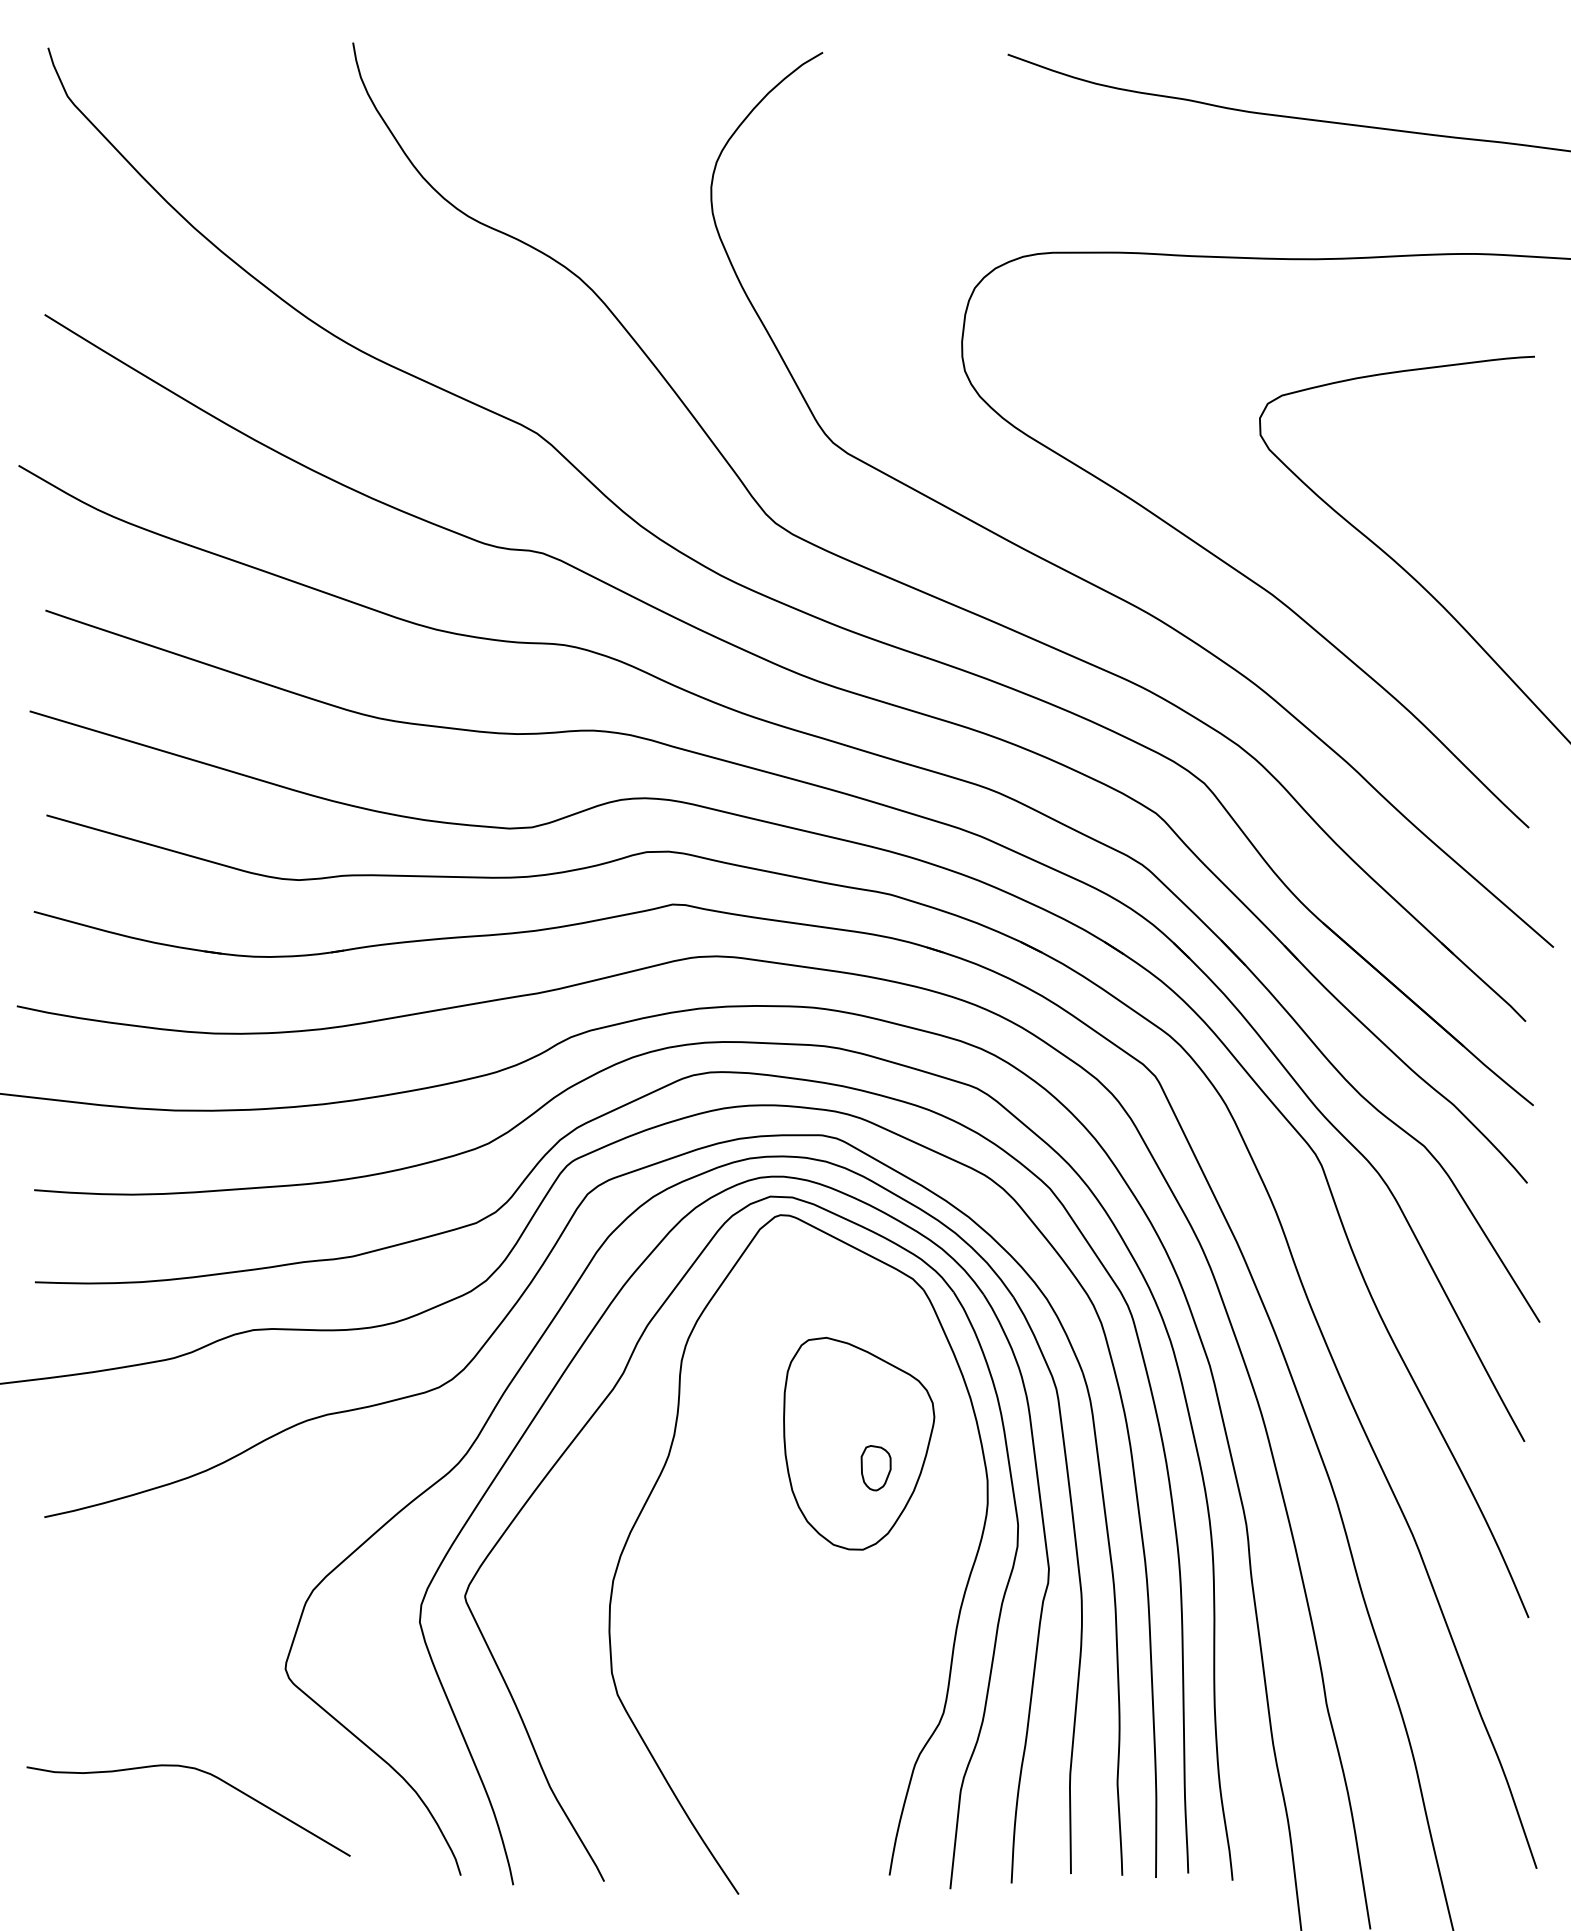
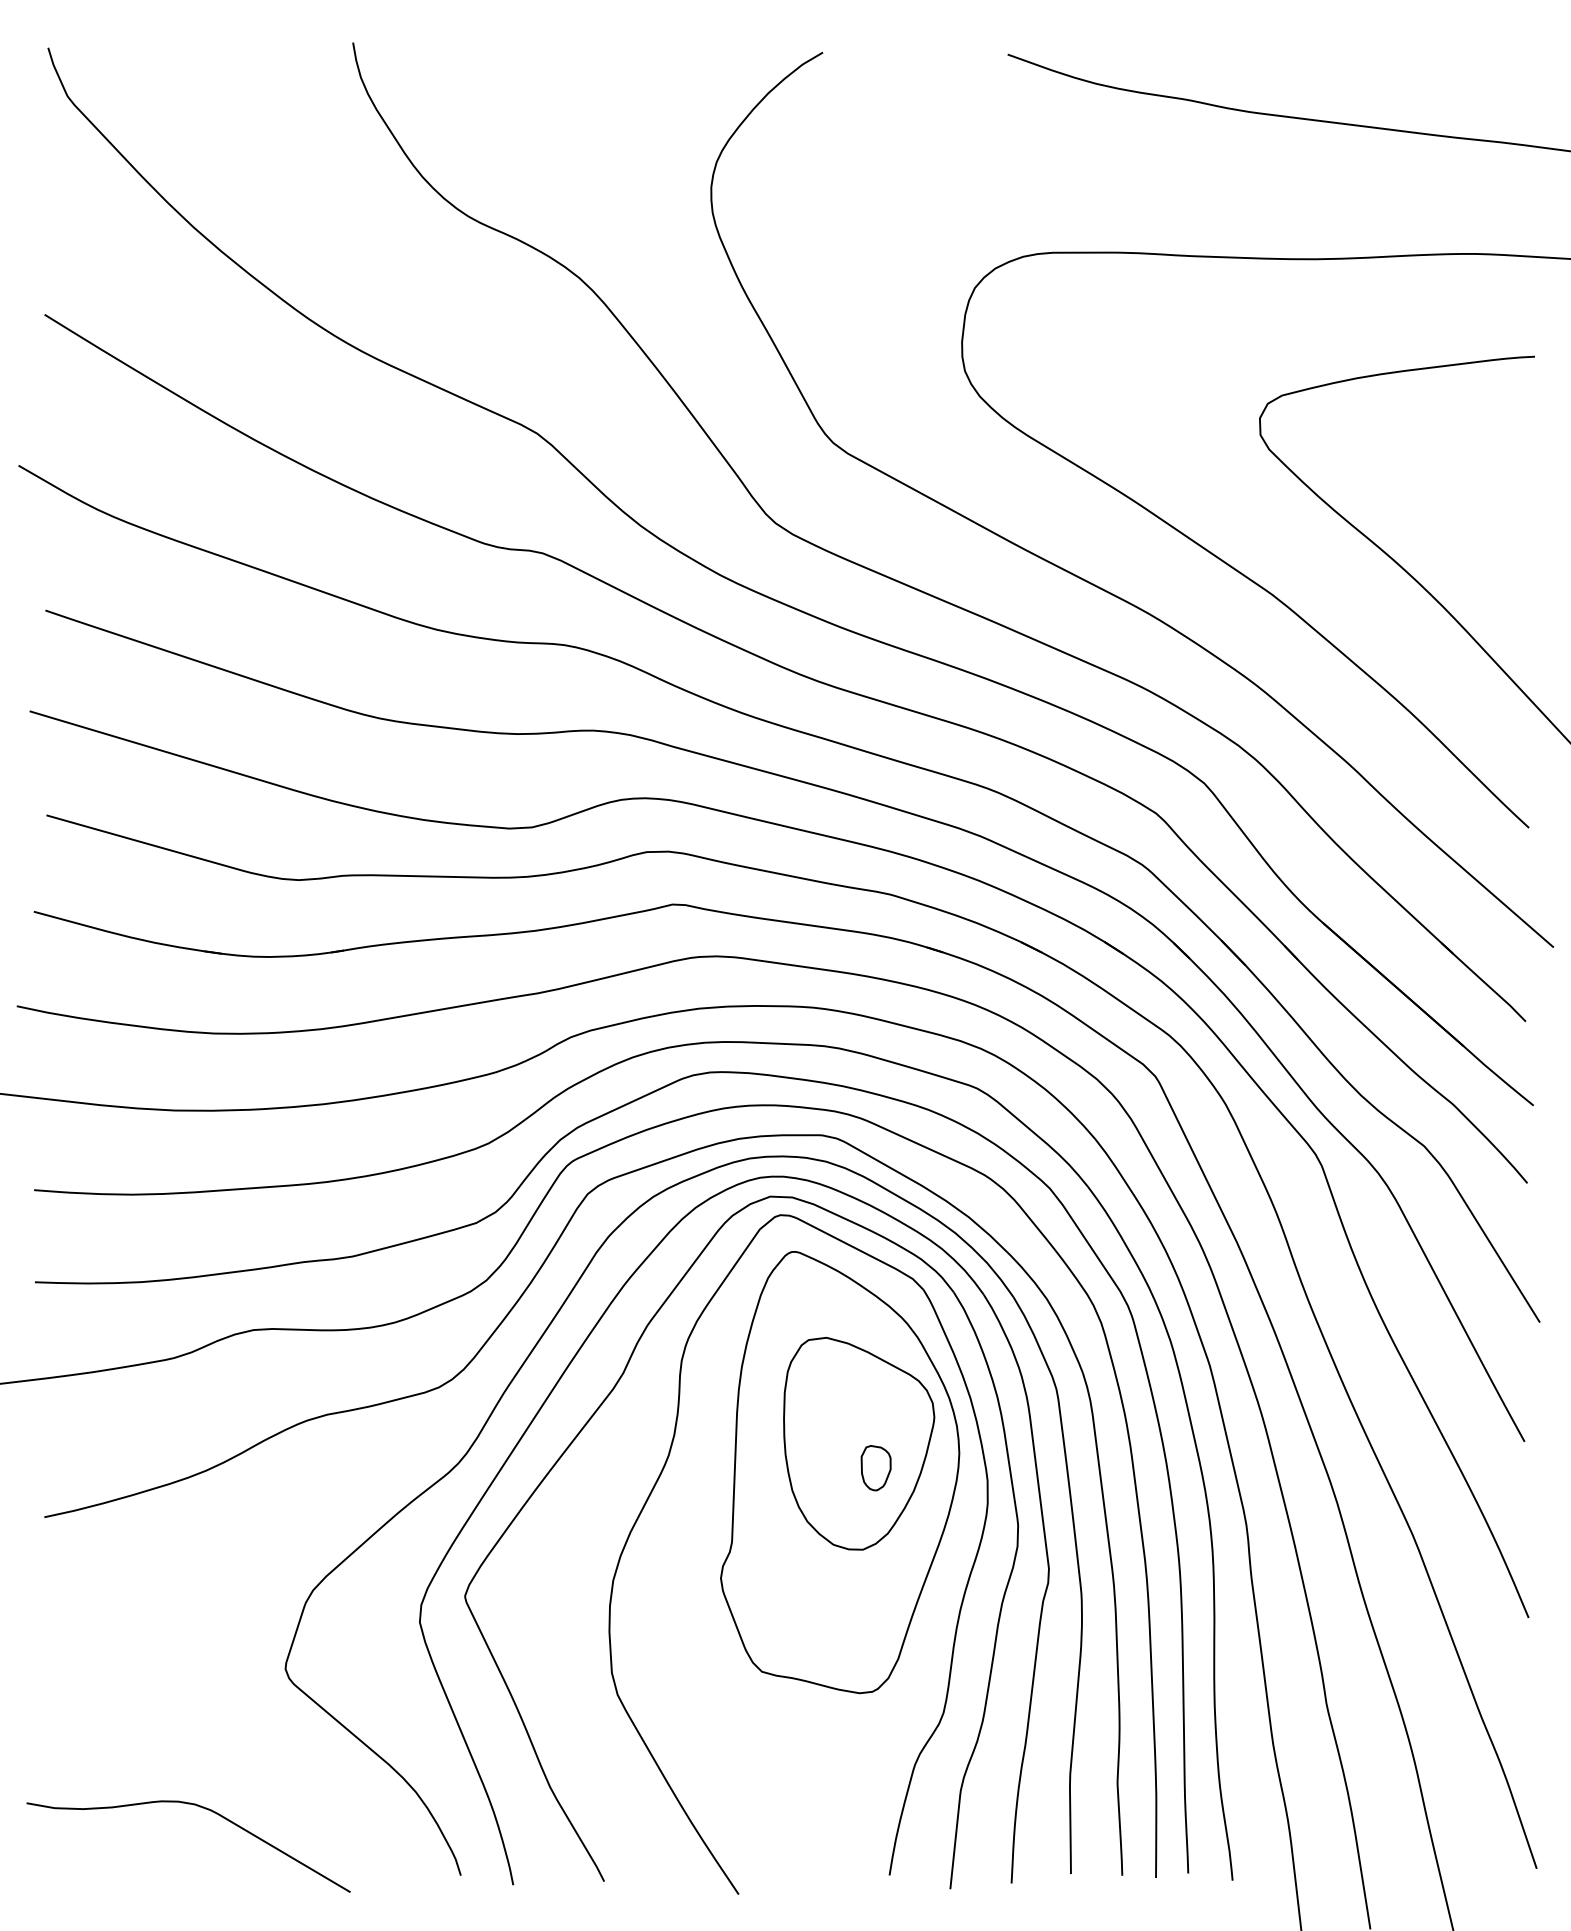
part at (840, 1472): none -> present
curve at (202, 1772) position: (202, 1772) -> (202, 1808)
